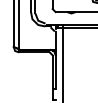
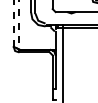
line at (13, 23): solid -> dashed
line at (19, 25): solid -> dashed
